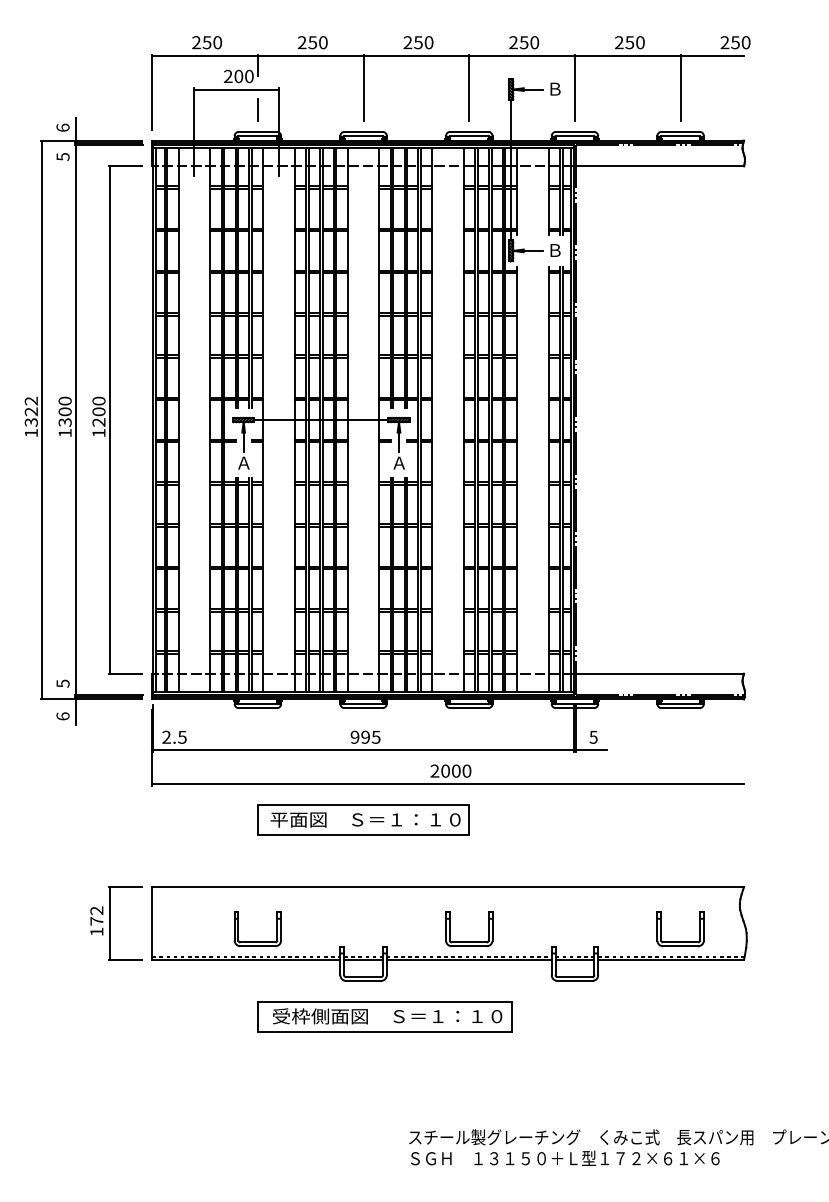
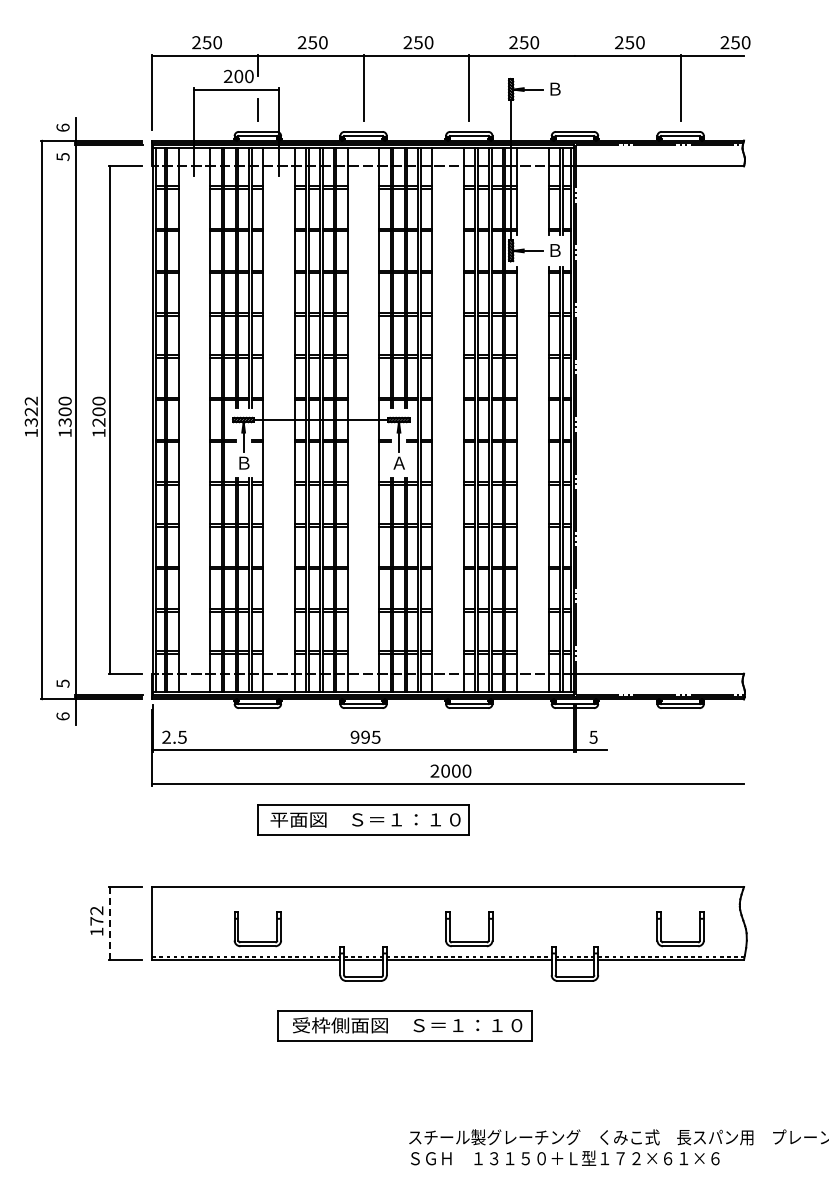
line at (574, 87): present -> none
text at (243, 462): Ａ -> Ｂ
line at (109, 922): solid -> dashed
part at (384, 1016) position: (384, 1016) -> (404, 1025)
